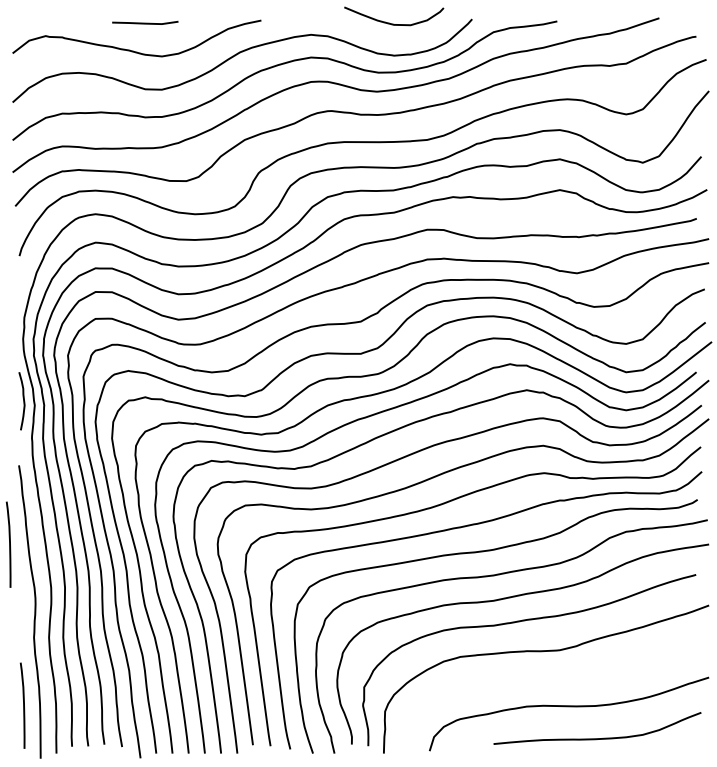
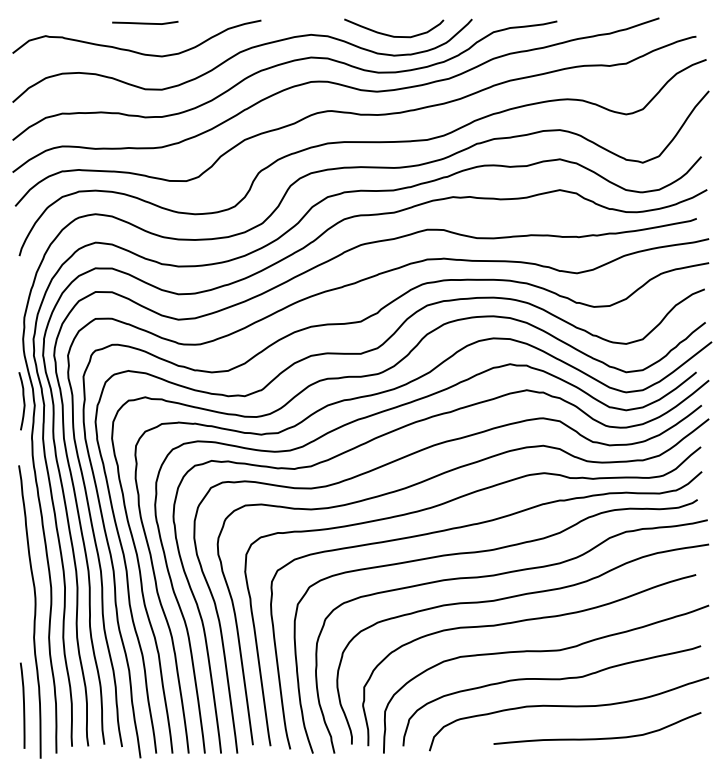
curve at (393, 23) position: (393, 23) -> (393, 35)
curve at (9, 544): present -> none
curve at (551, 680): none -> present
